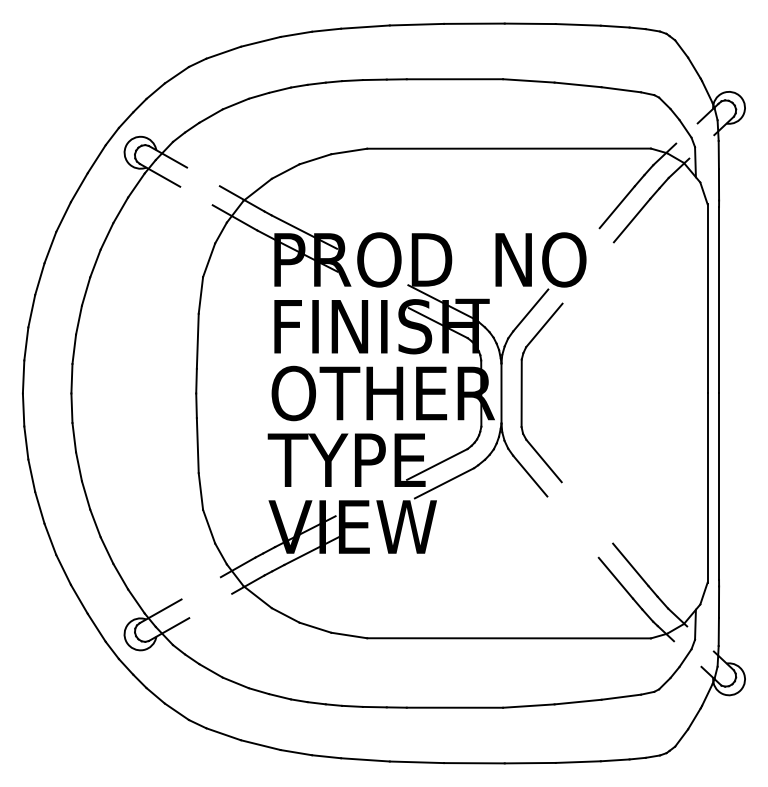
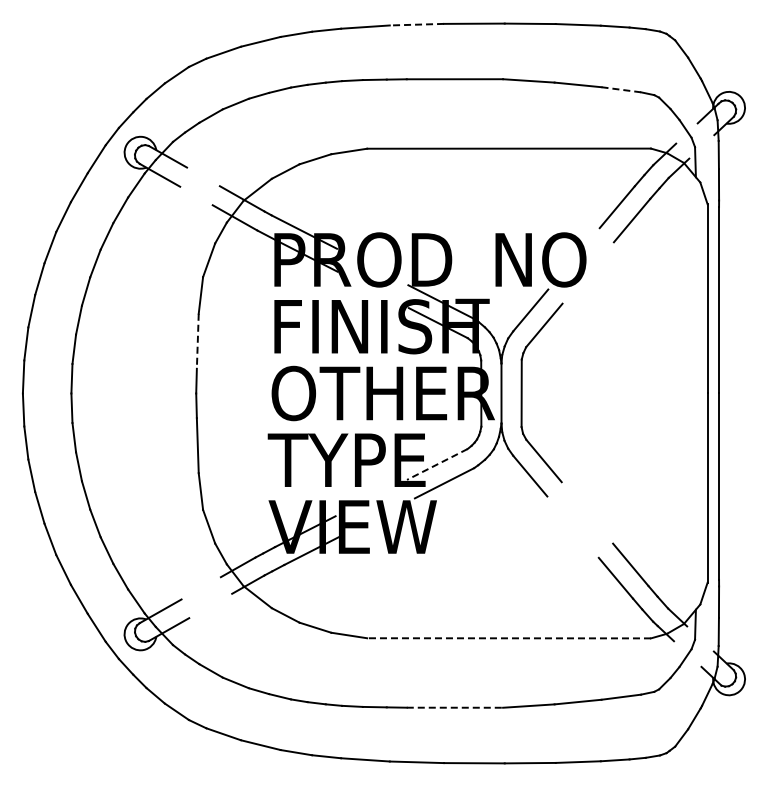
line at (416, 24): solid -> dashed
line at (621, 89): solid -> dashed
line at (197, 341): solid -> dashed
line at (437, 464): solid -> dashed
line at (509, 638): solid -> dashed
line at (455, 707): solid -> dashed
